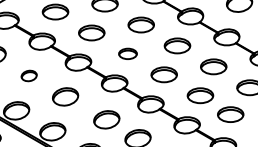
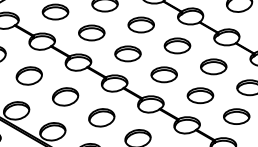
part at (127, 53) size: 20x13 px -> 28x18 px
part at (28, 75) size: 18x14 px -> 28x20 px
part at (230, 114) position: (230, 114) -> (236, 116)
part at (106, 119) position: (106, 119) -> (101, 117)
